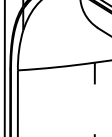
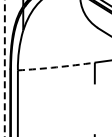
arc at (56, 67): solid -> dashed
line at (4, 68): solid -> dashed
